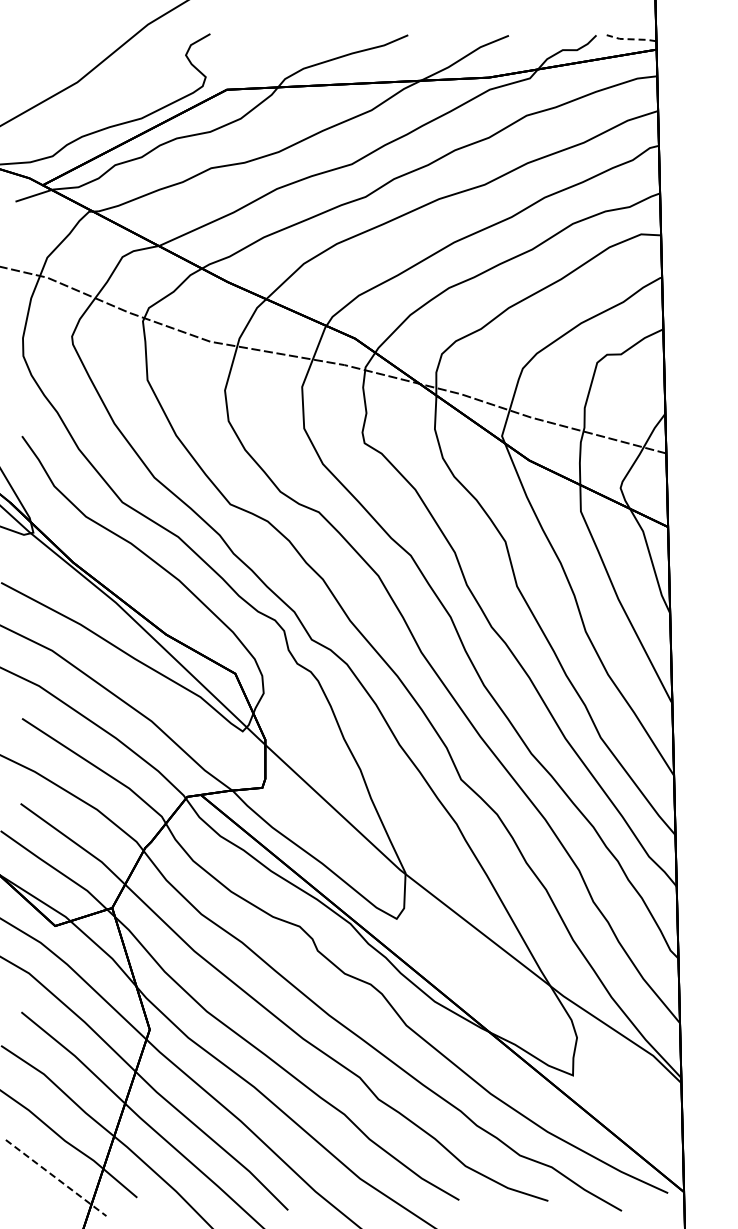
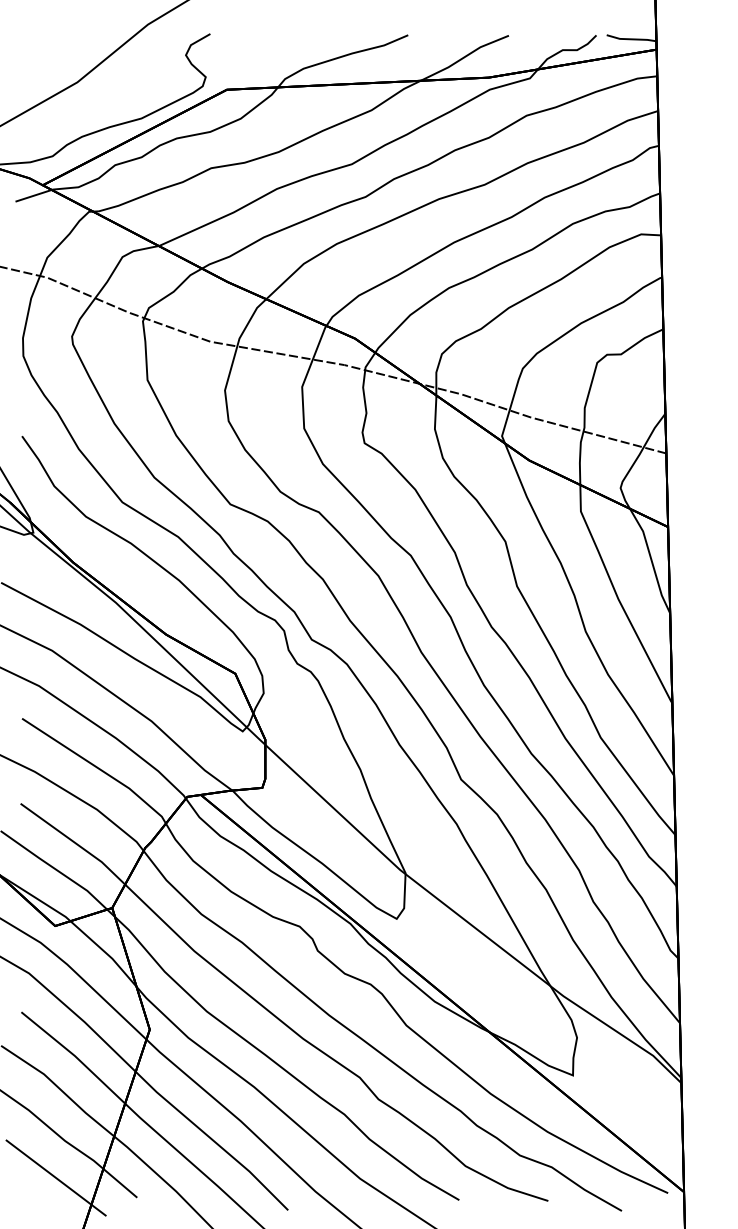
line at (631, 39): dashed -> solid
line at (56, 1178): dashed -> solid
